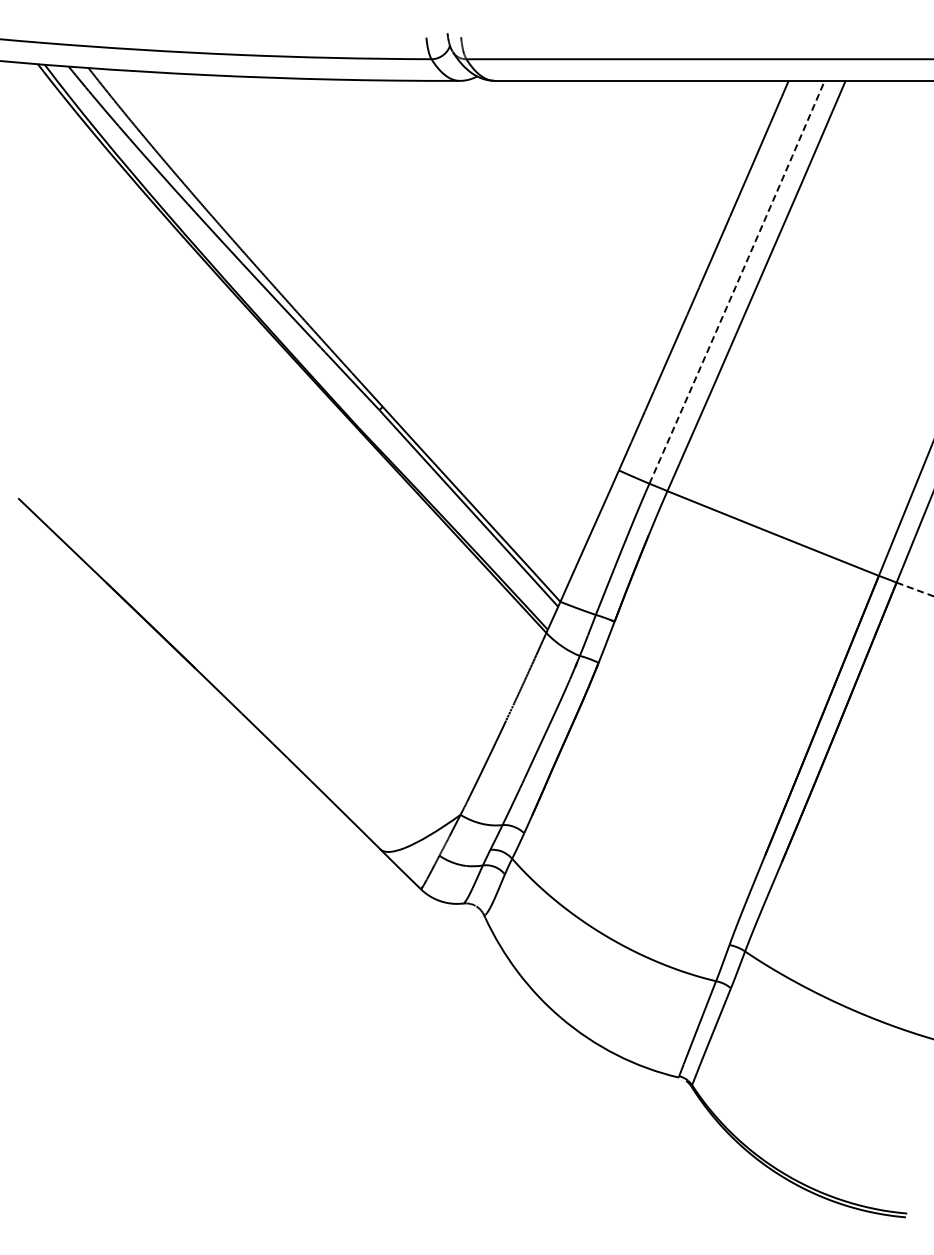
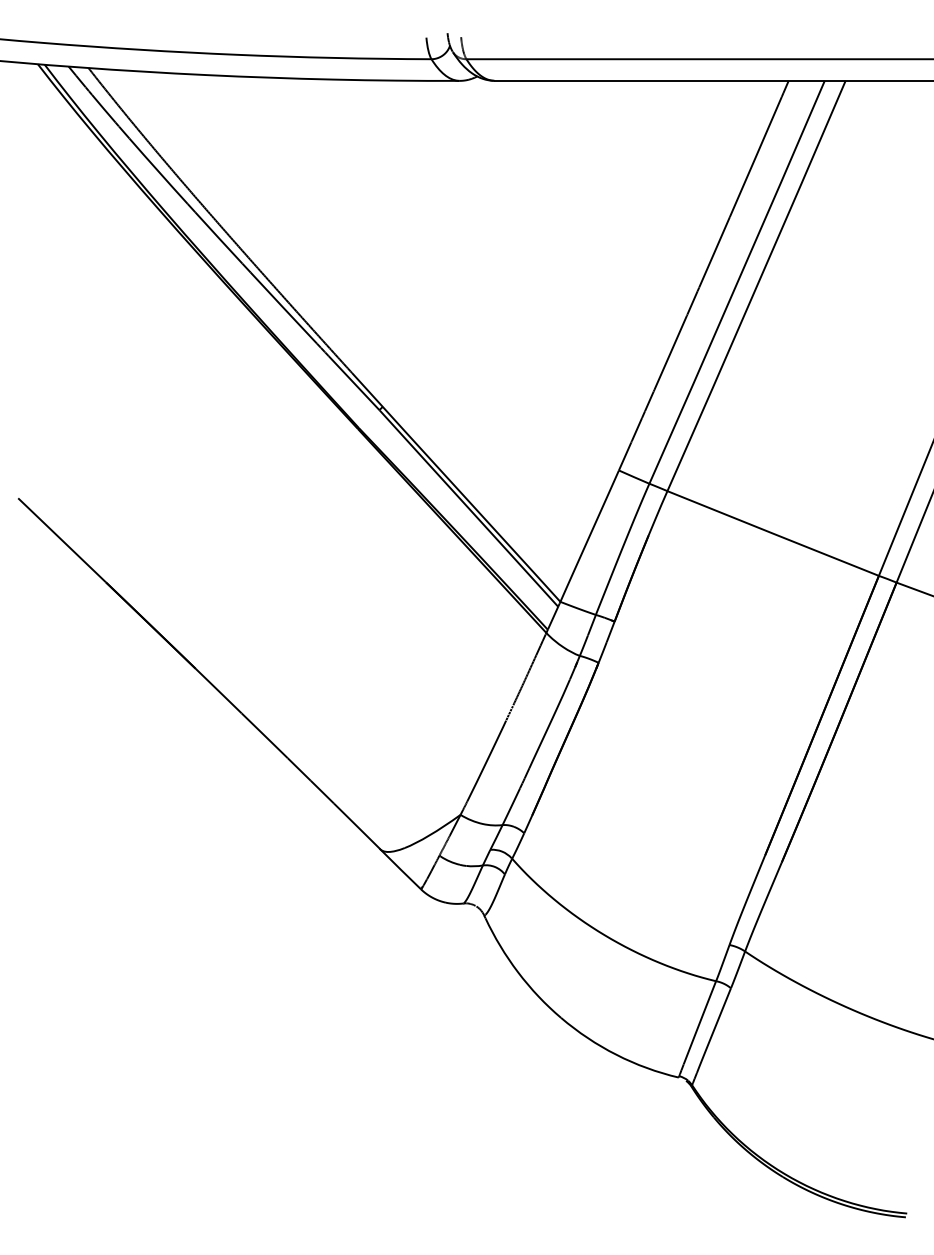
arc at (737, 282): dashed -> solid
arc at (915, 589): dashed -> solid
